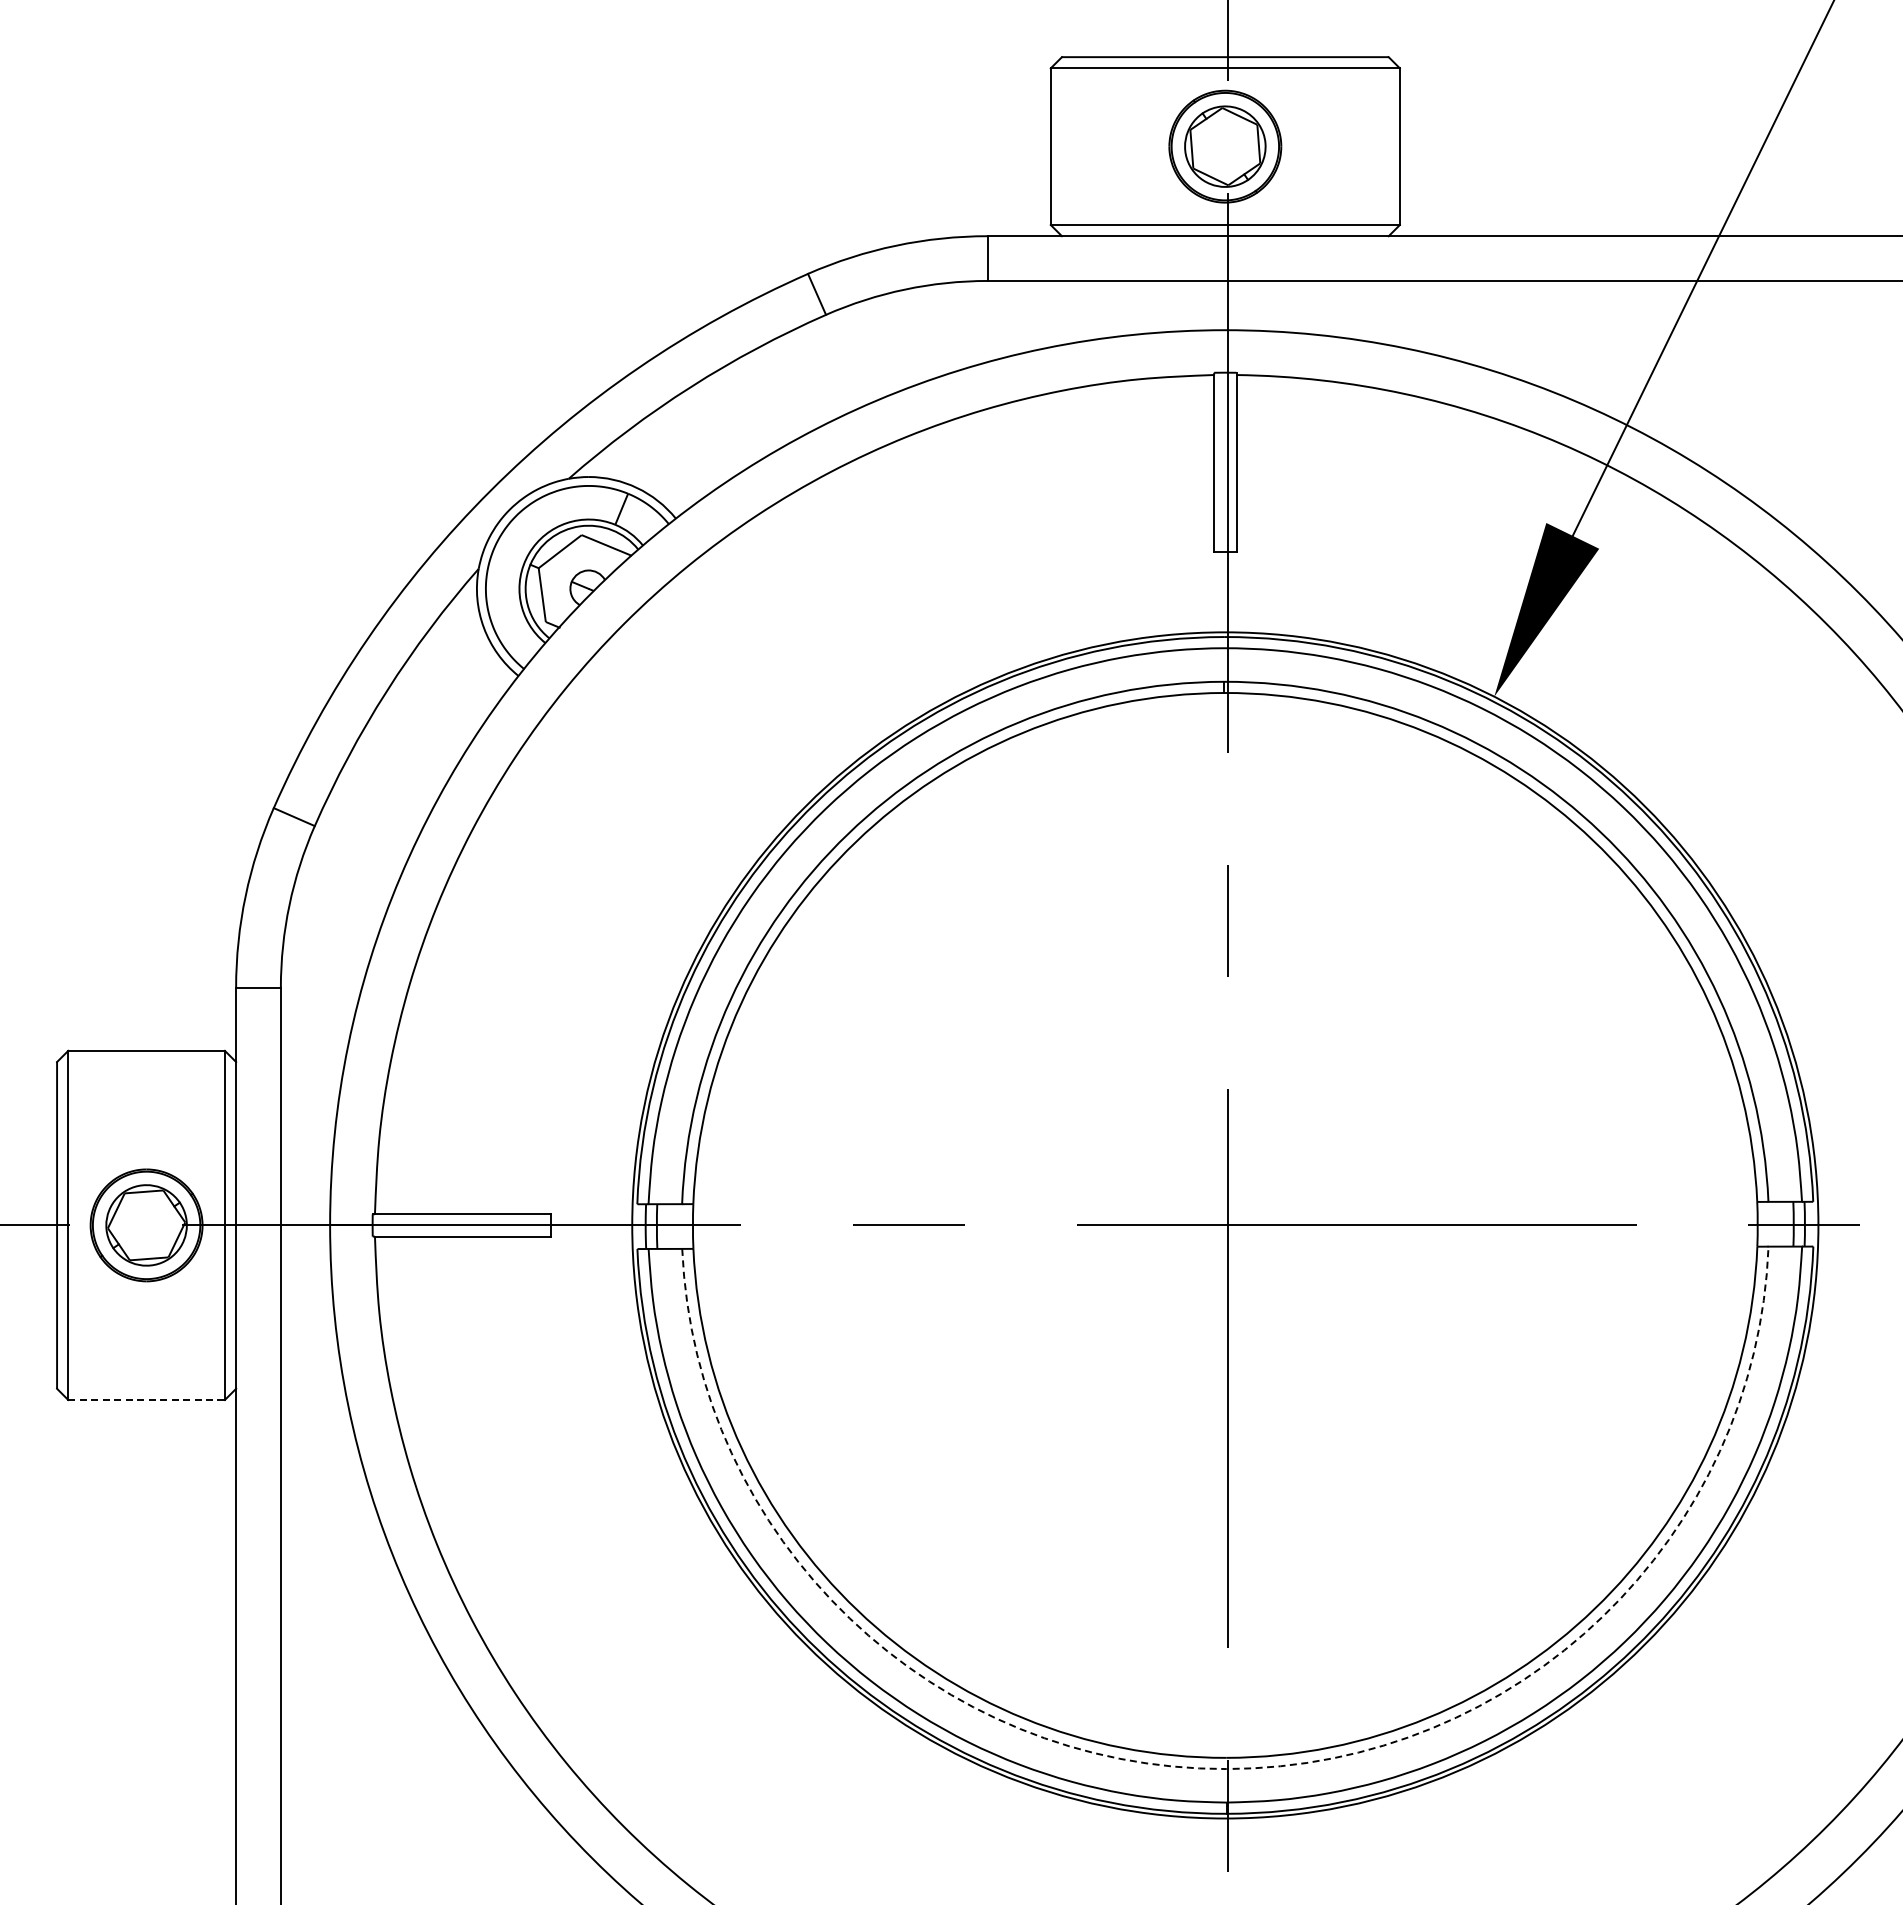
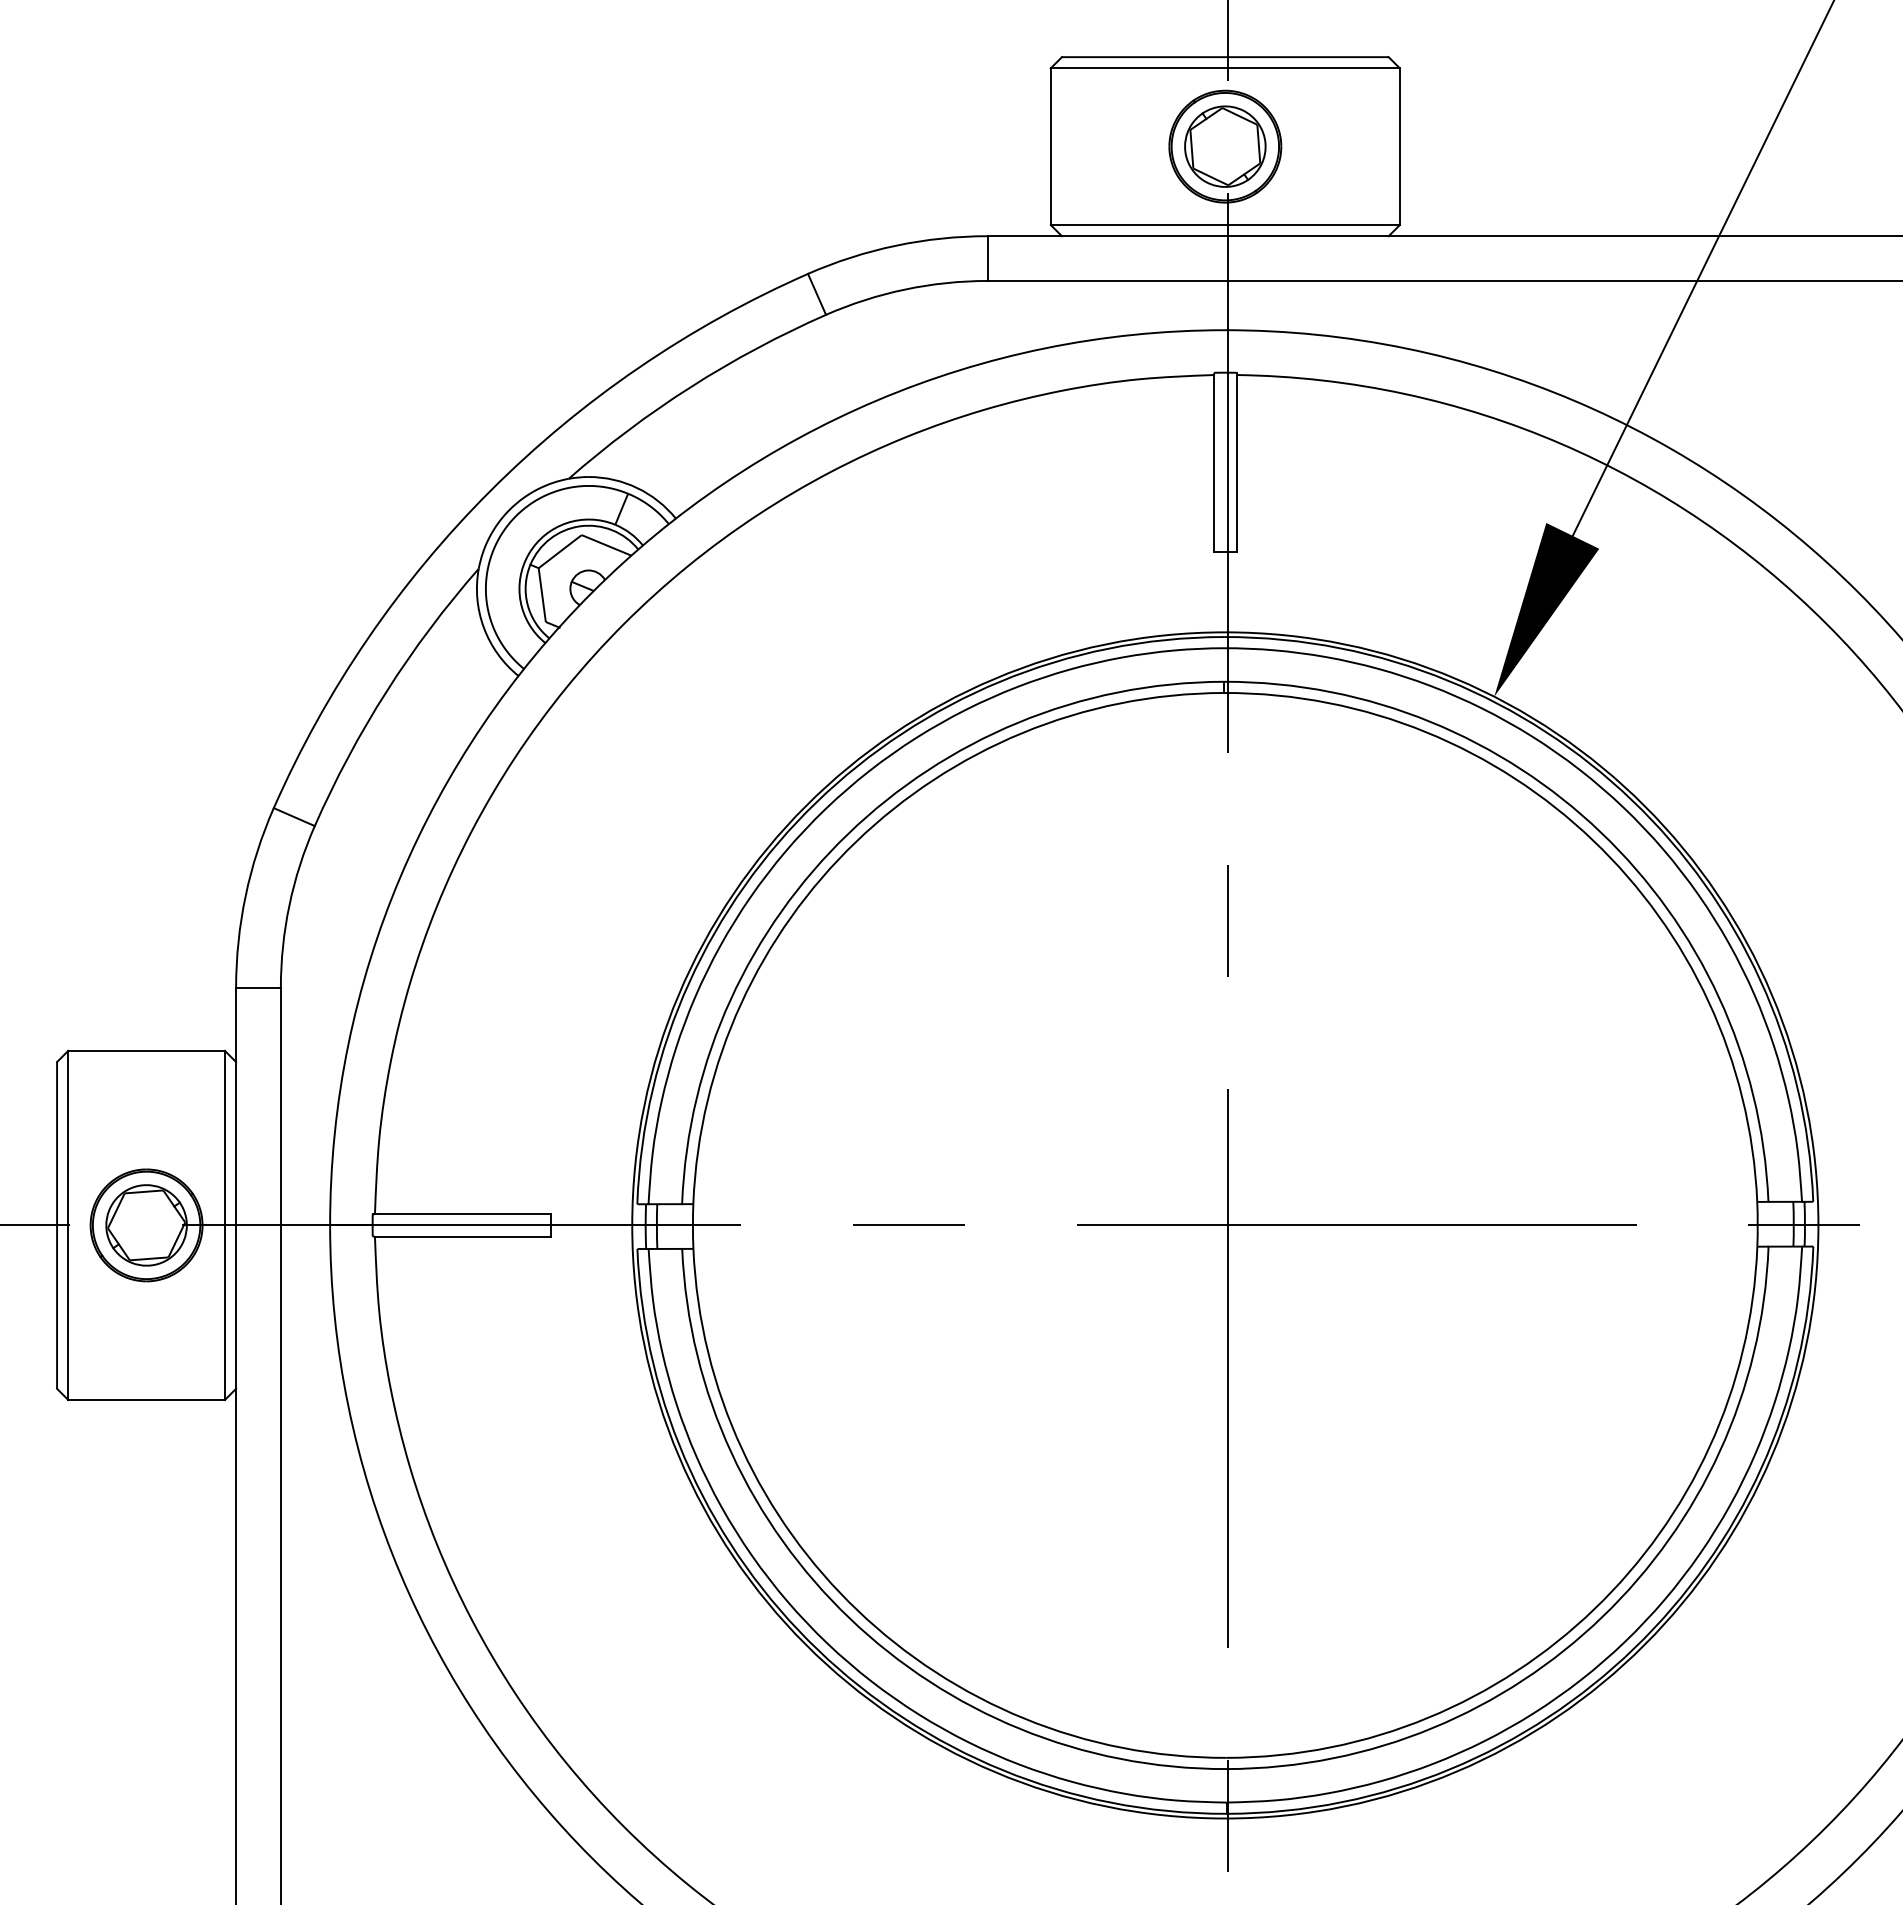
line at (147, 1399): dashed -> solid
arc at (1226, 1769): dashed -> solid
